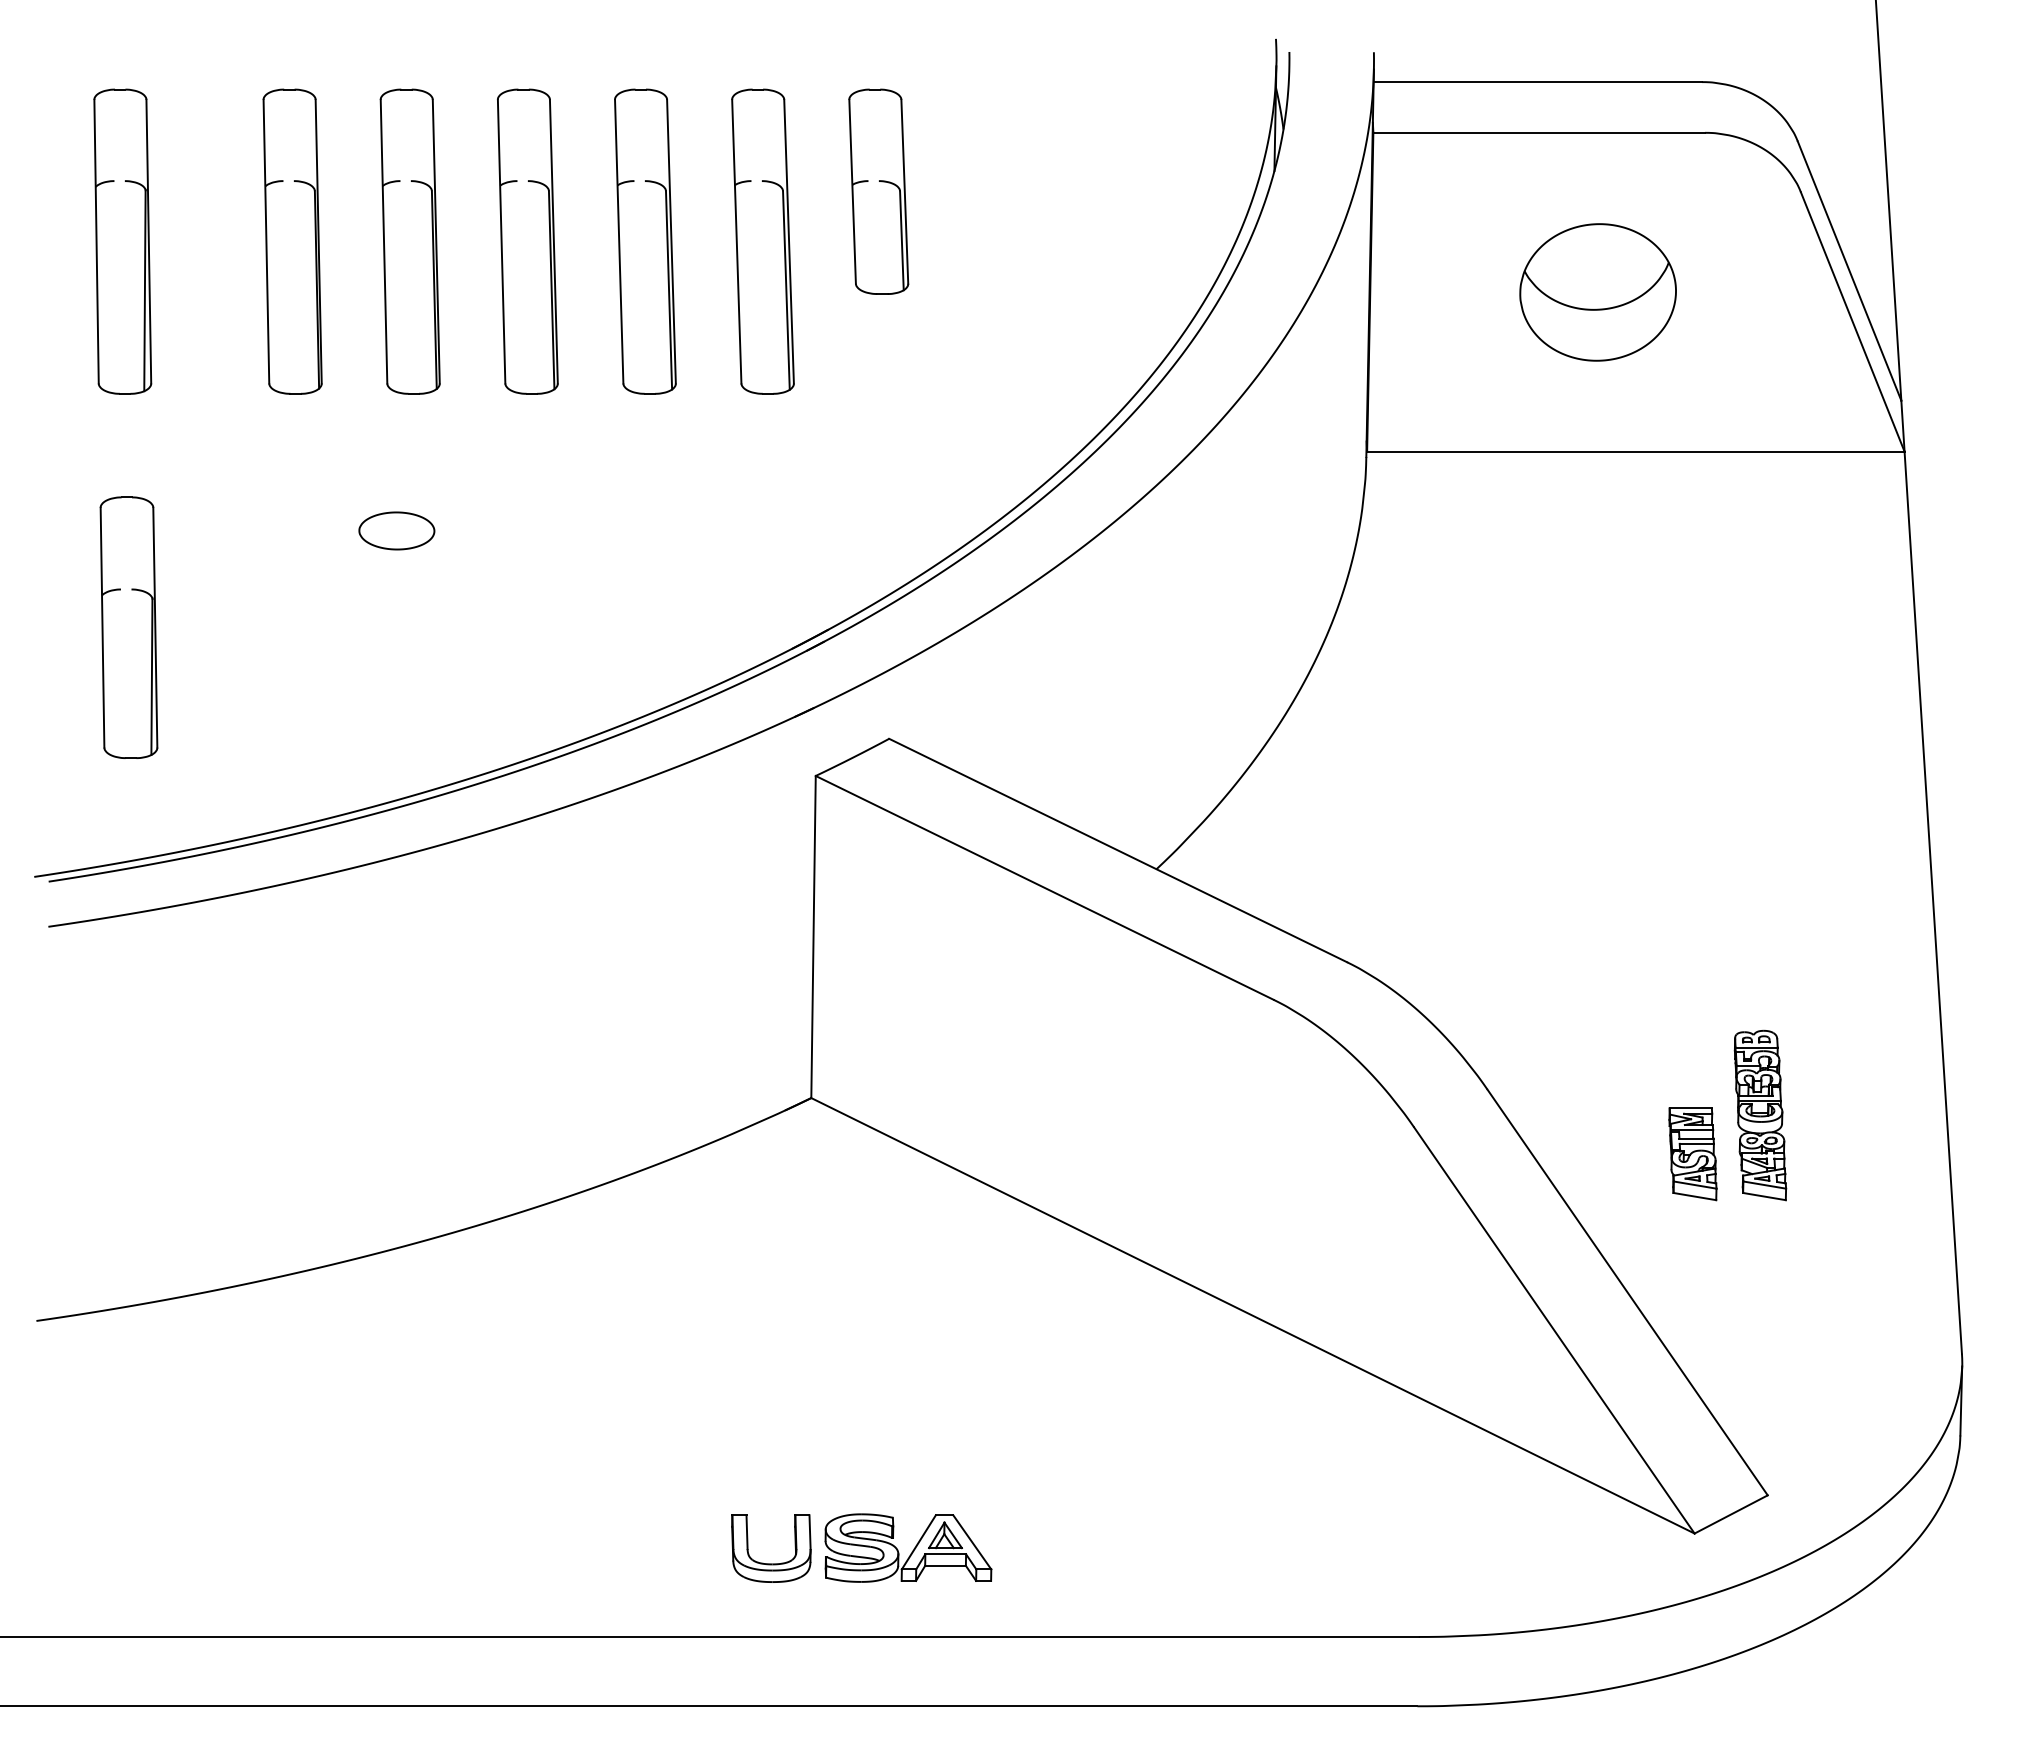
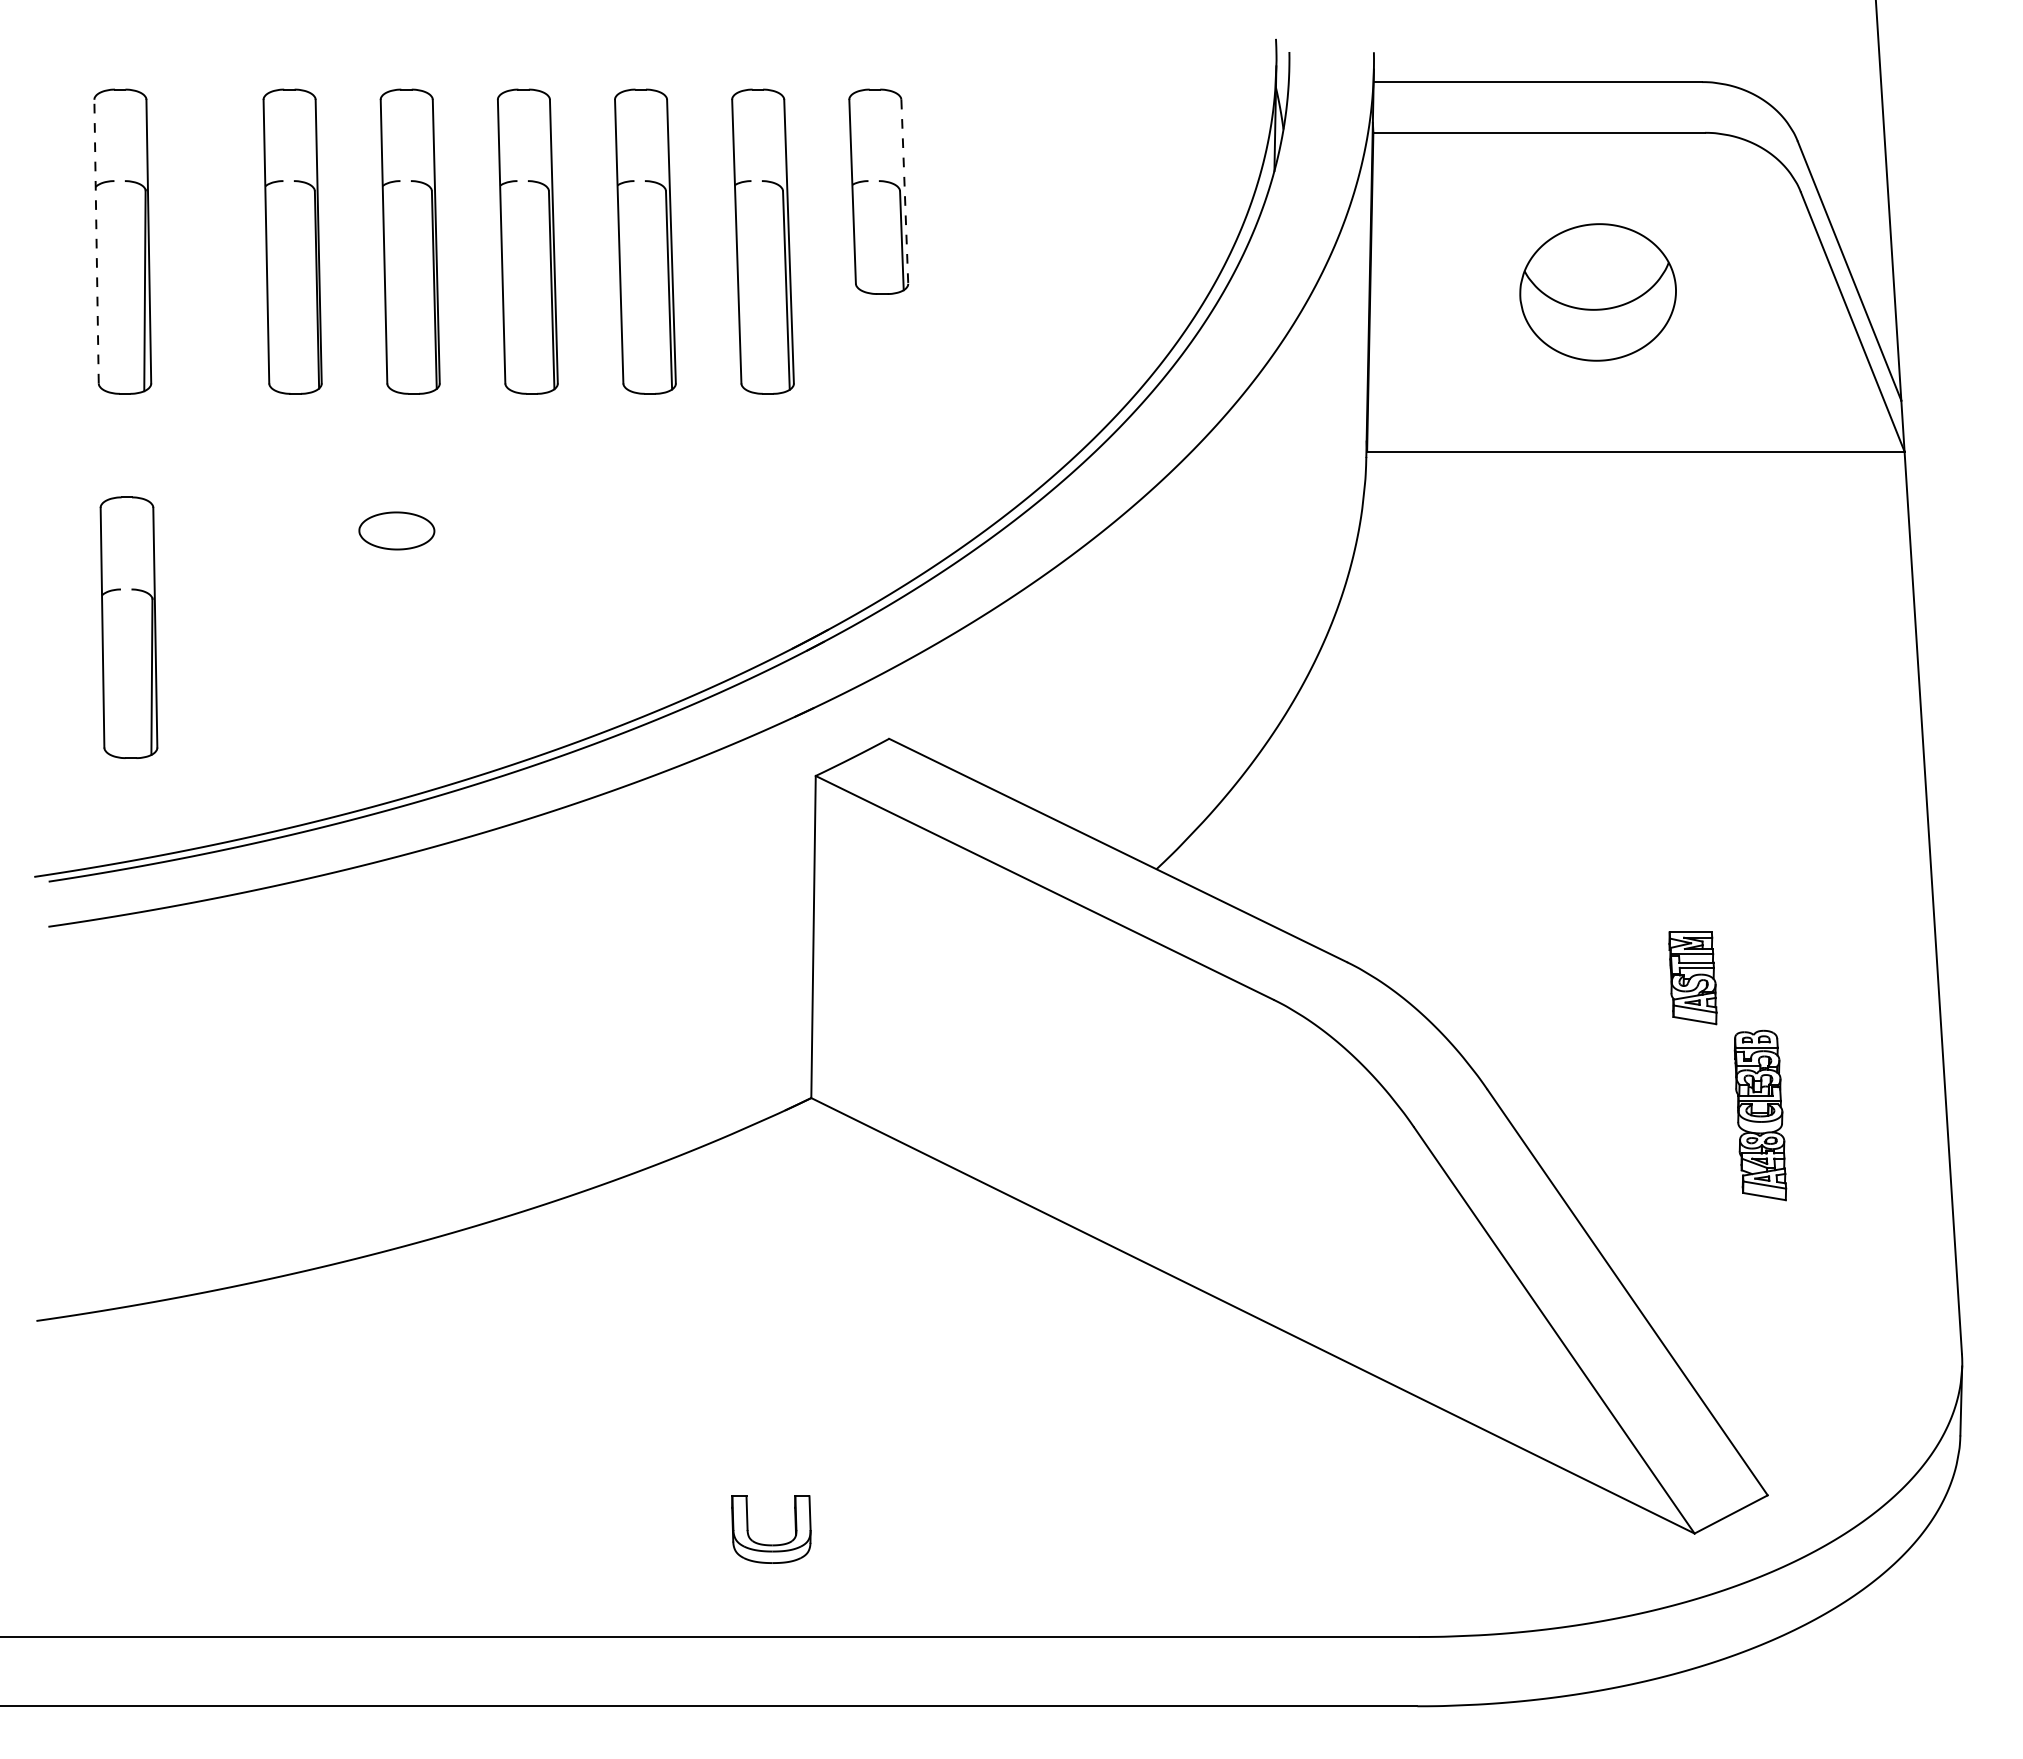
line at (904, 192): solid -> dashed
line at (96, 241): solid -> dashed
part at (1692, 1154) position: (1692, 1154) -> (1692, 978)
part at (908, 1547): present -> none
part at (771, 1563) position: (771, 1563) -> (771, 1544)
